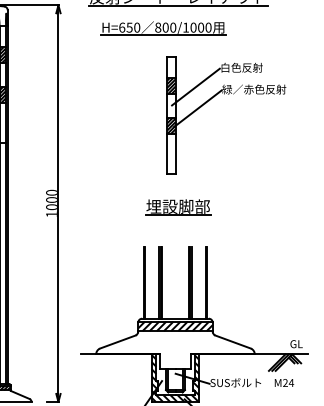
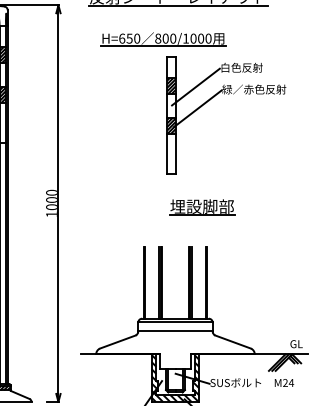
part at (163, 28) position: (163, 28) -> (163, 39)
part at (178, 207) position: (178, 207) -> (202, 207)
hatch at (175, 326): present -> none
